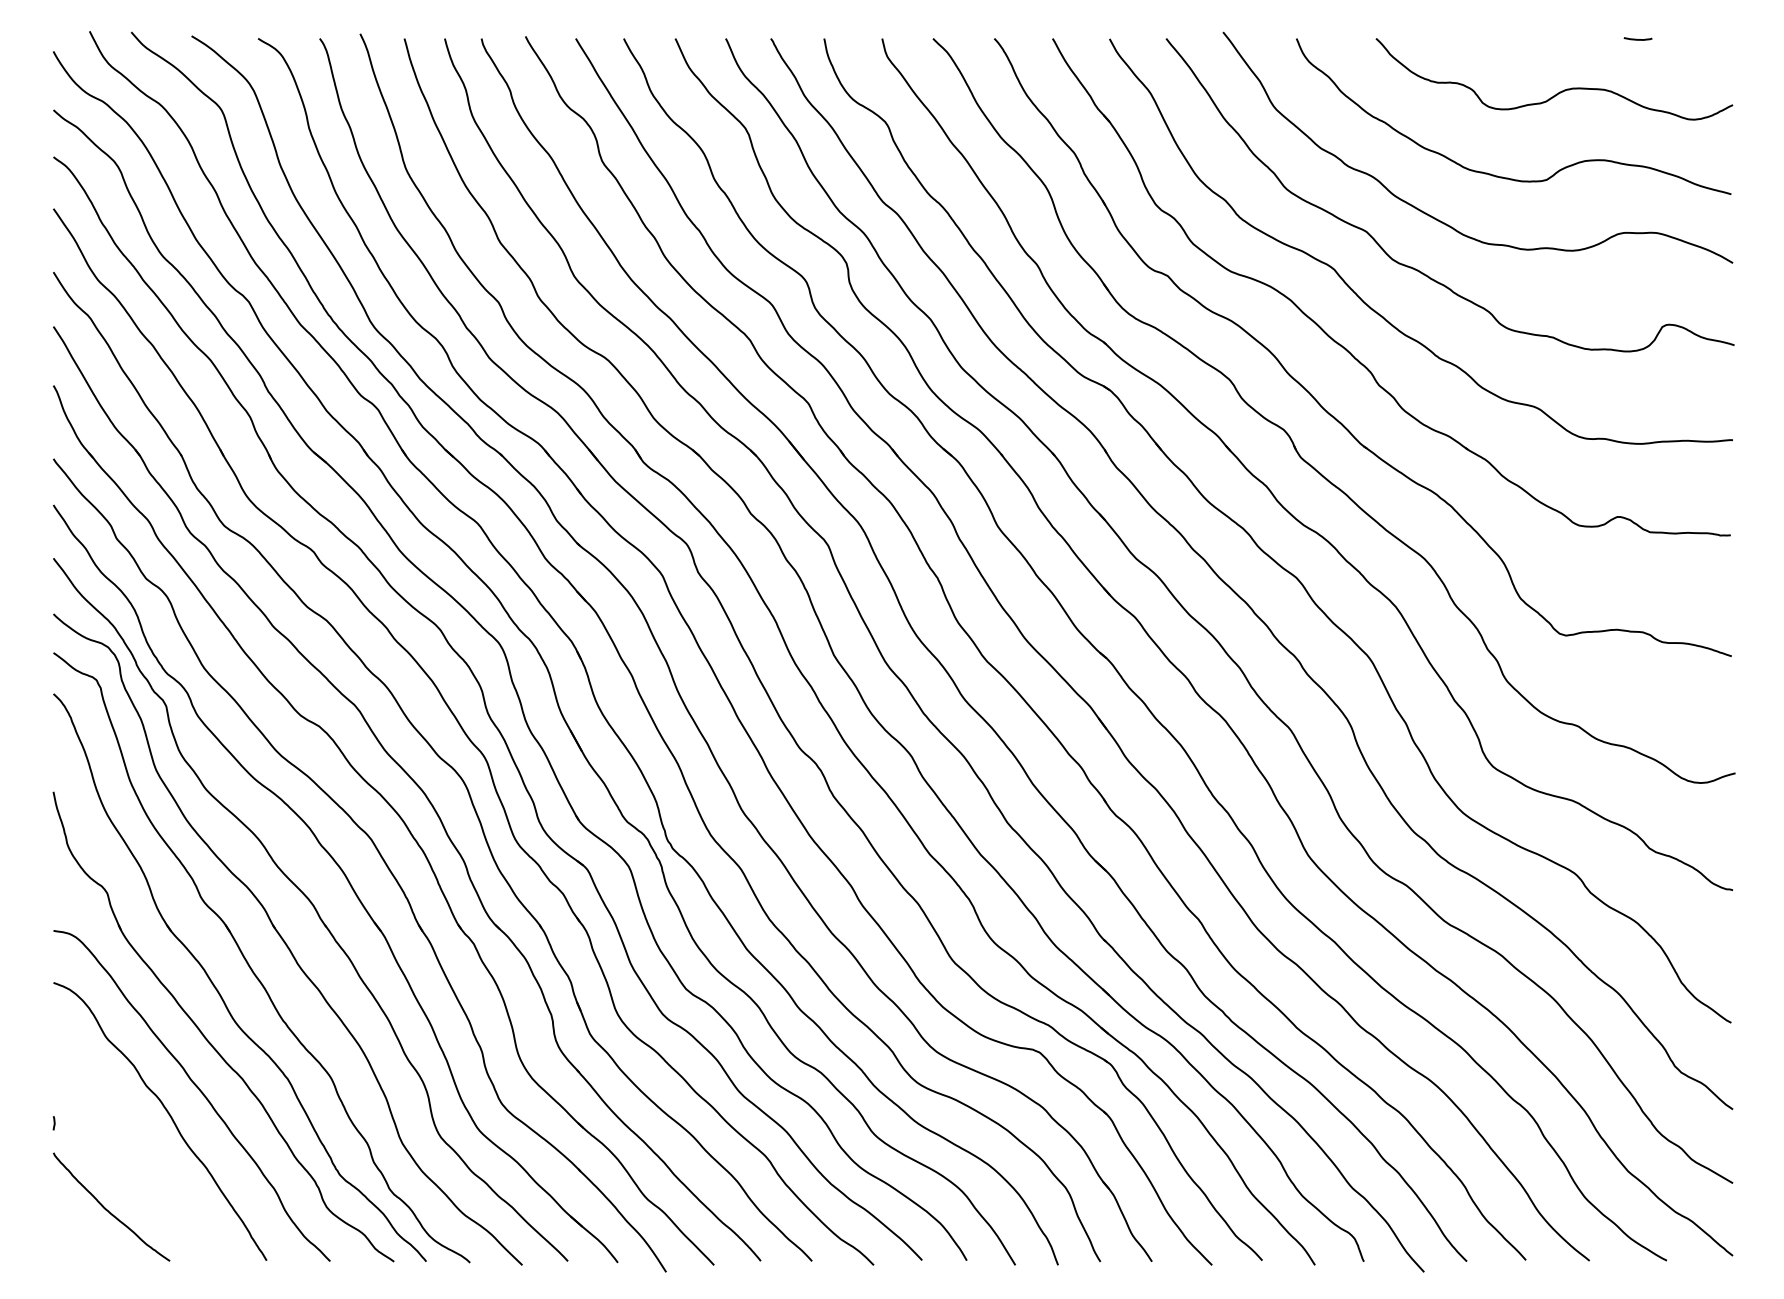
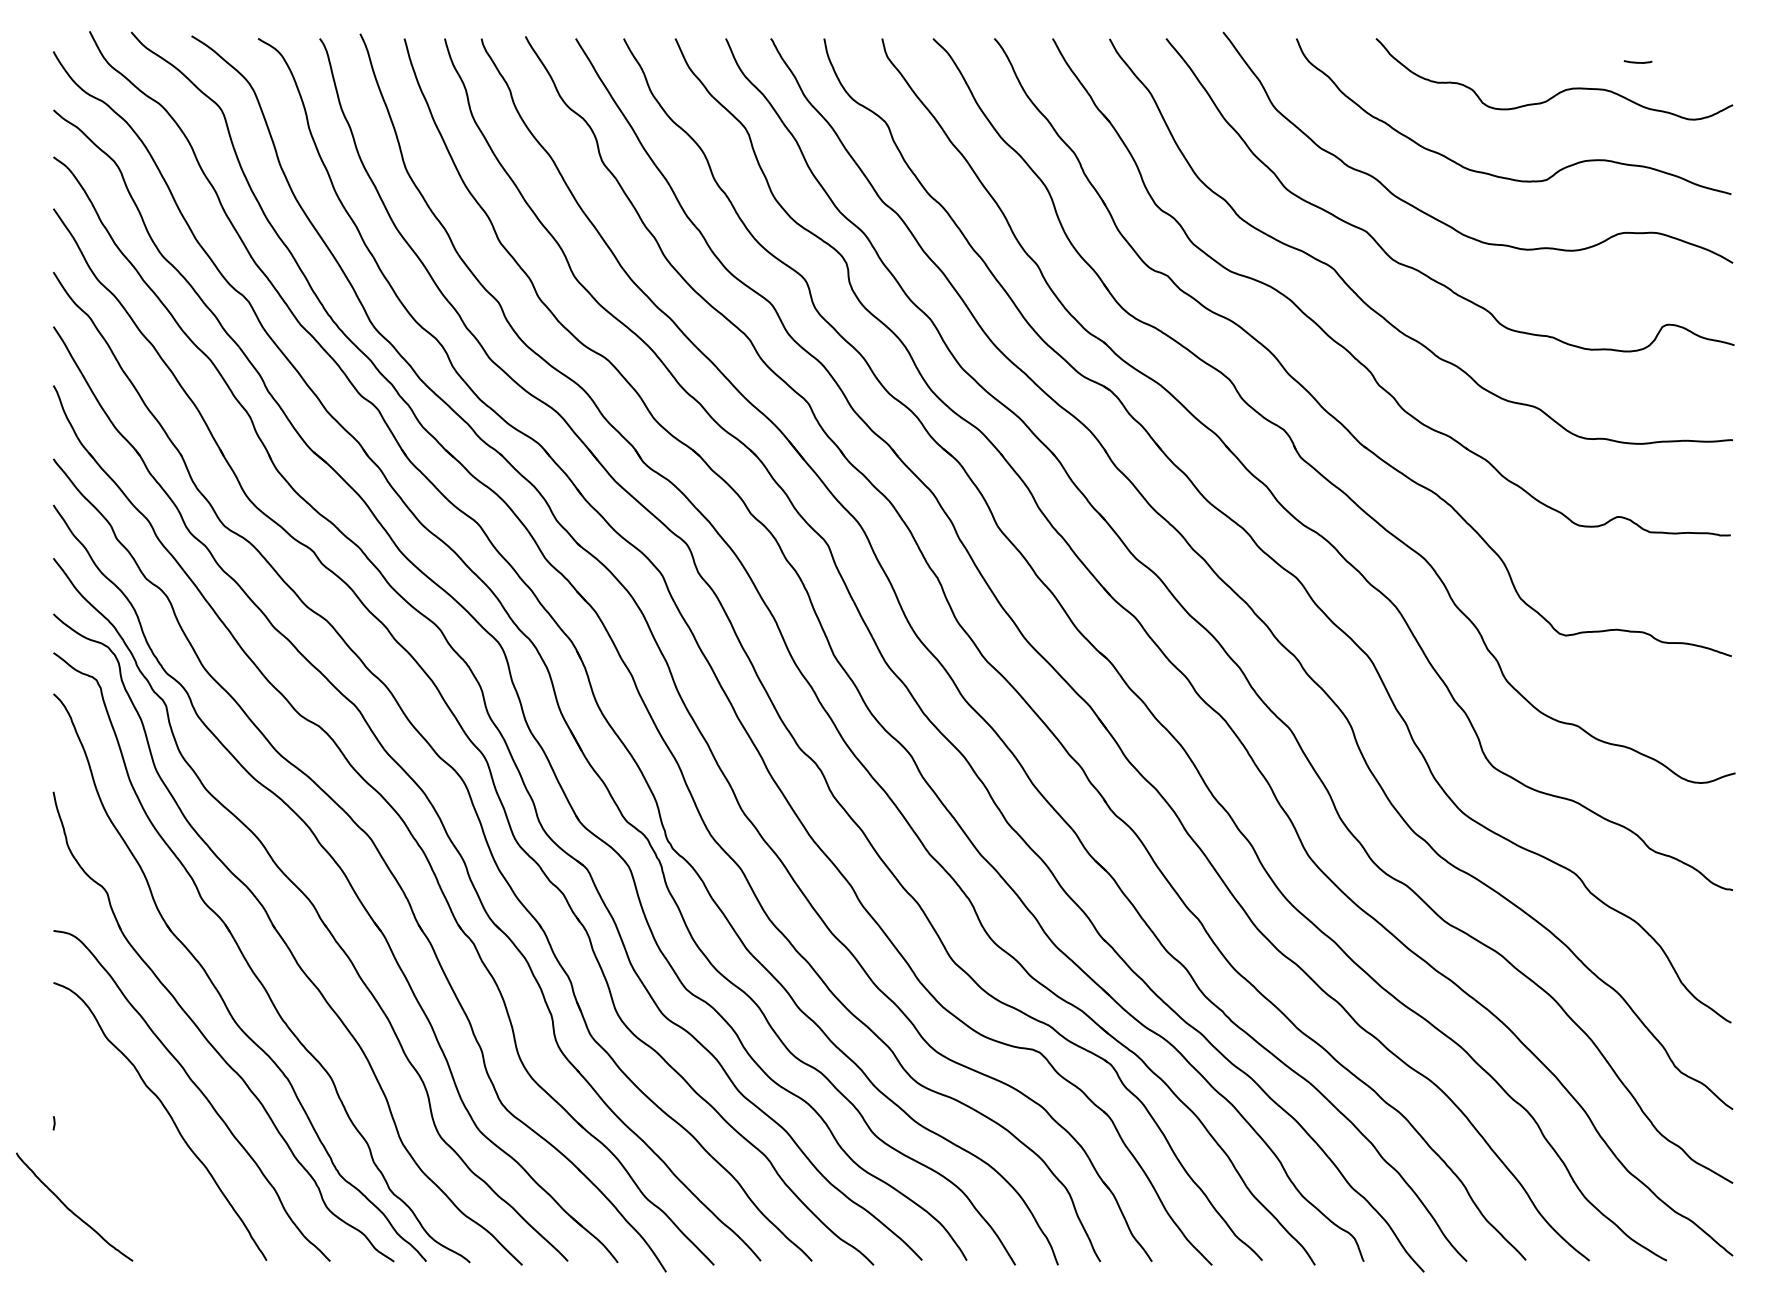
curve at (1636, 38) position: (1636, 38) -> (1636, 61)
curve at (107, 1209) position: (107, 1209) -> (70, 1209)
